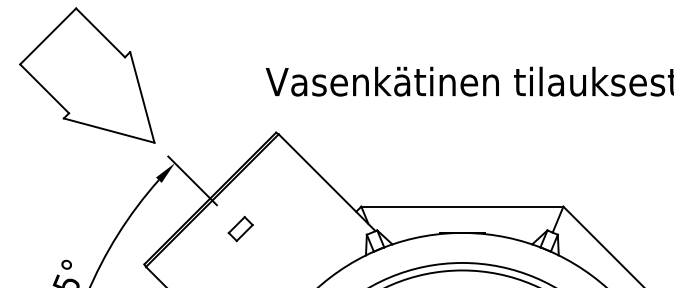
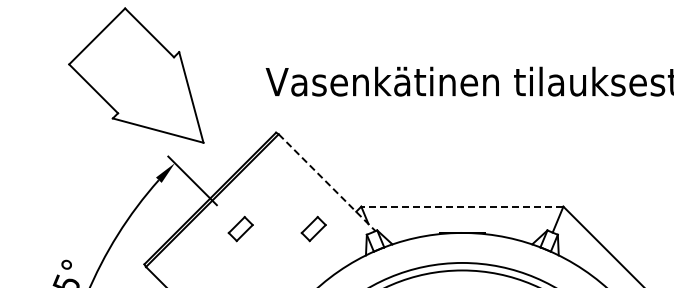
part at (87, 75) position: (87, 75) -> (136, 75)
line at (327, 183): solid -> dashed
line at (461, 206): solid -> dashed
part at (313, 228): none -> present
